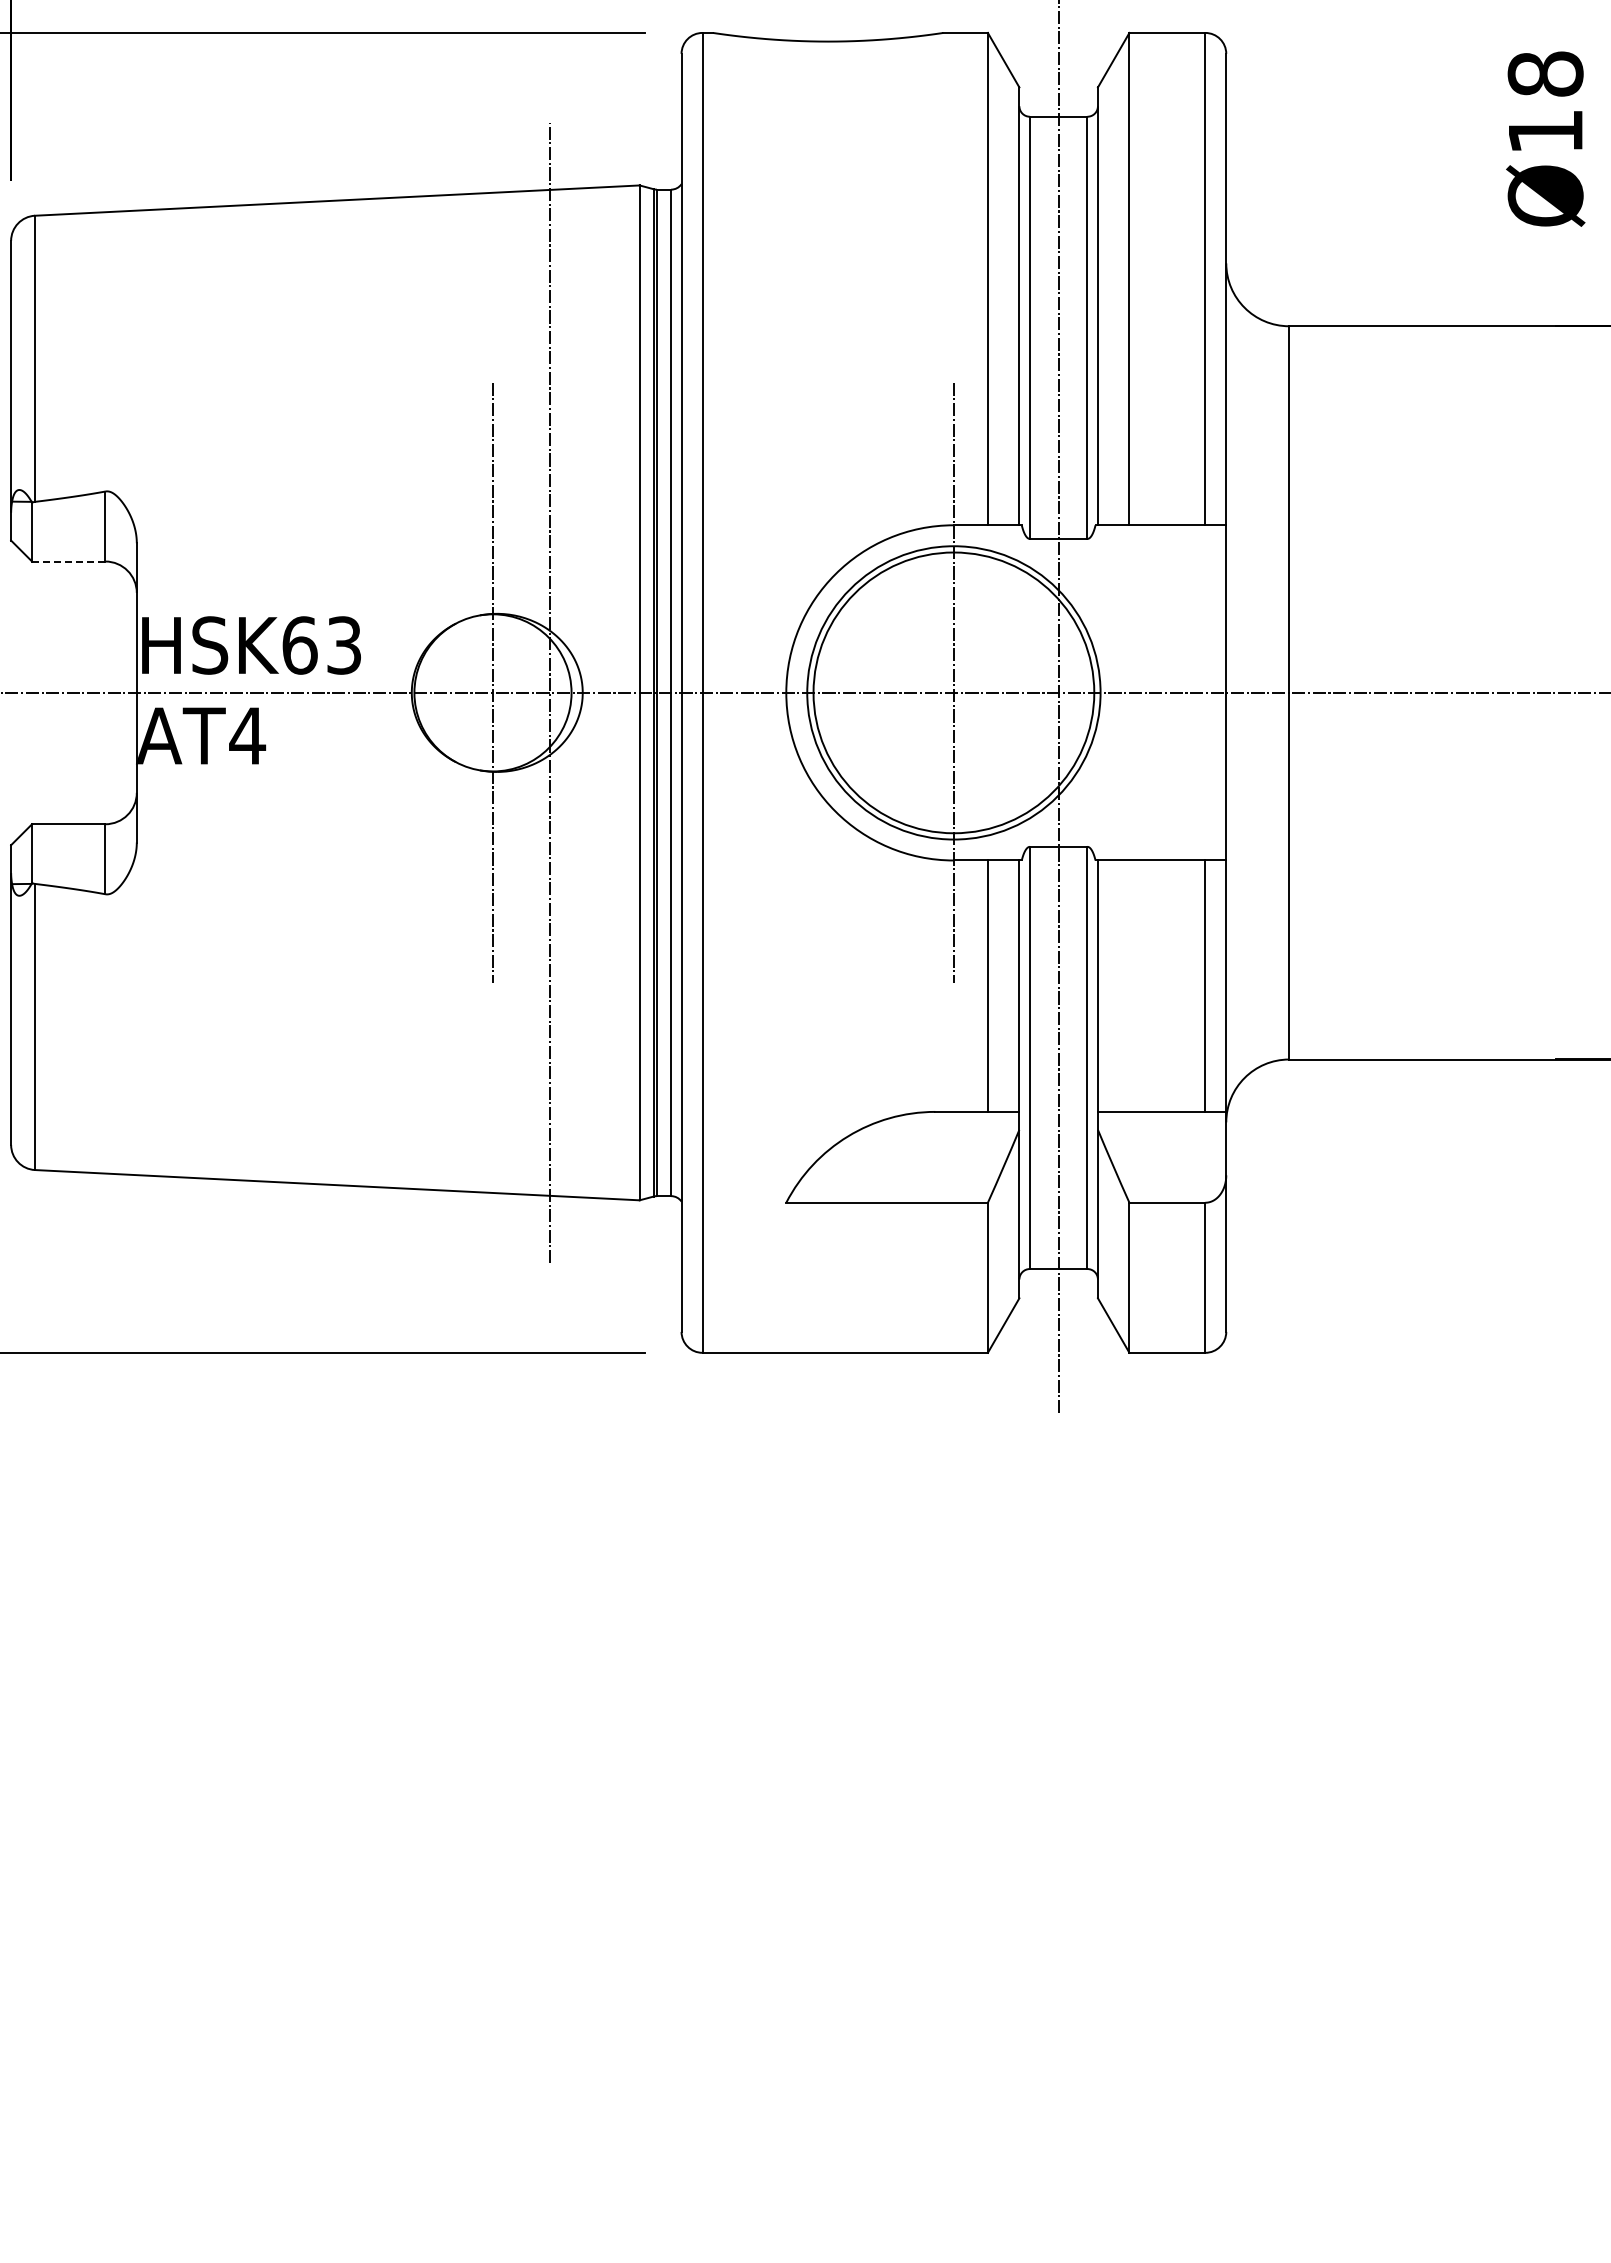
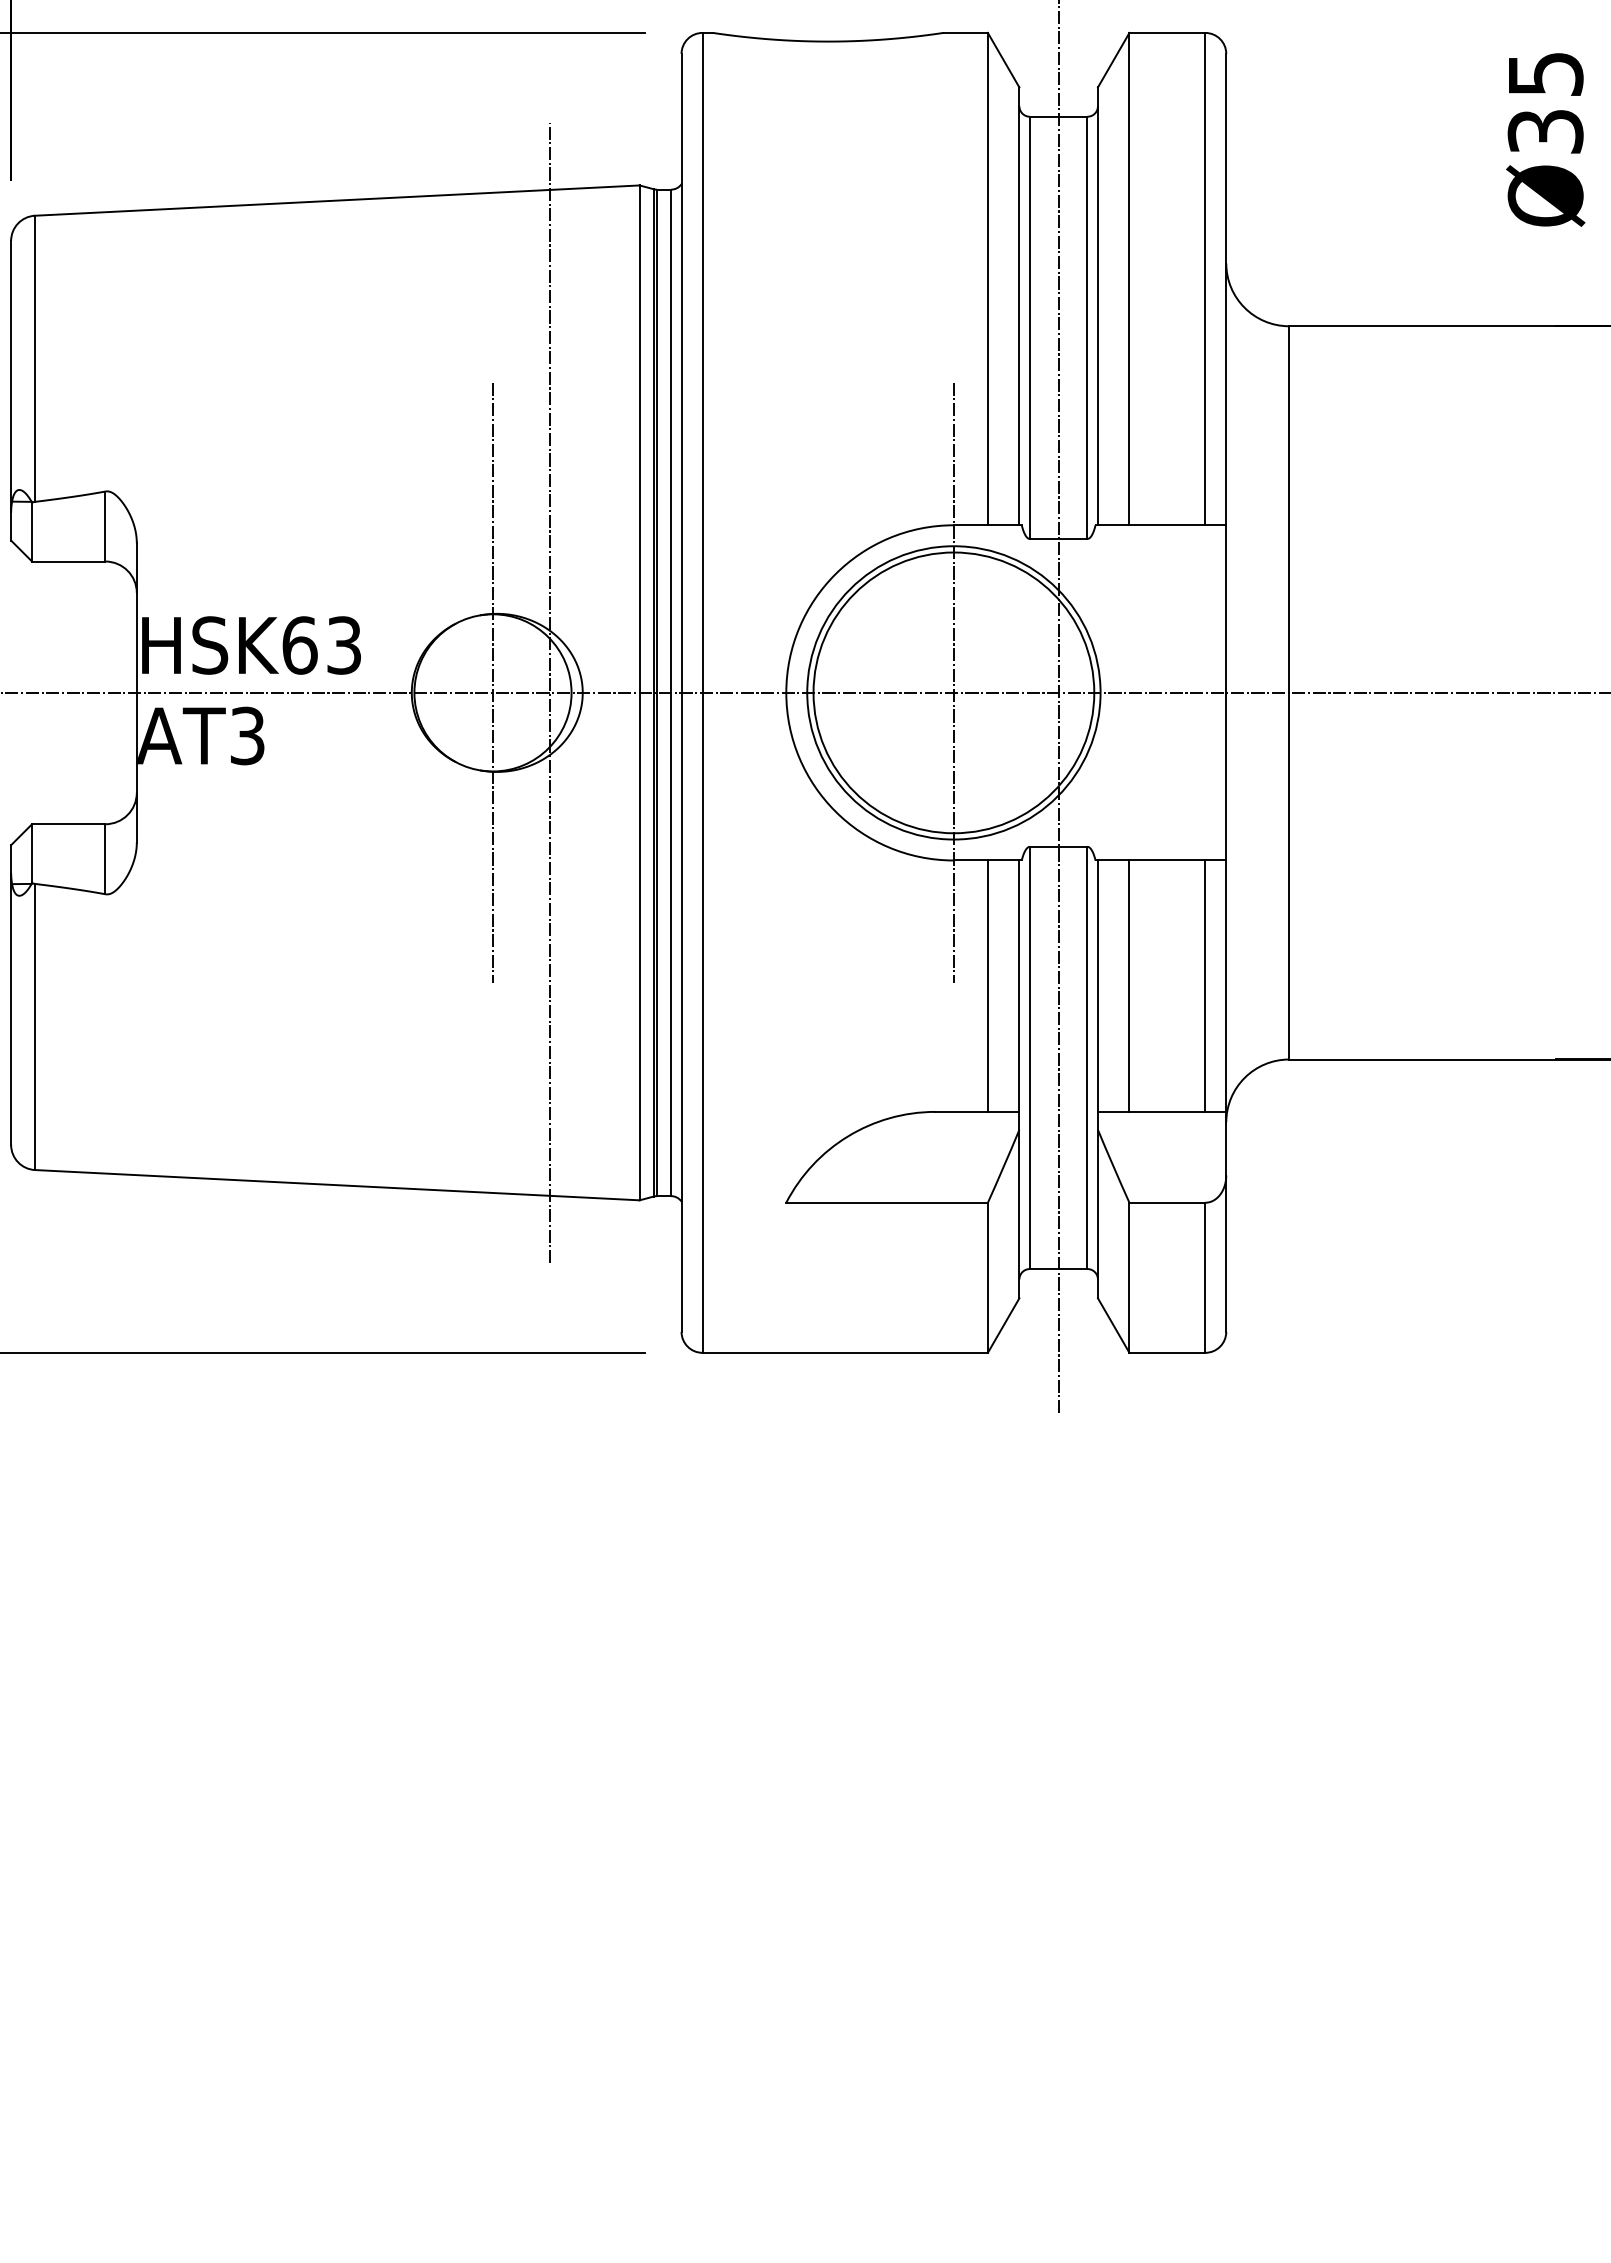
text at (1545, 102): Ø18 -> Ø35
line at (68, 561): dashed -> solid
text at (247, 735): AT4 -> AT3
line at (1129, 985): none -> present
